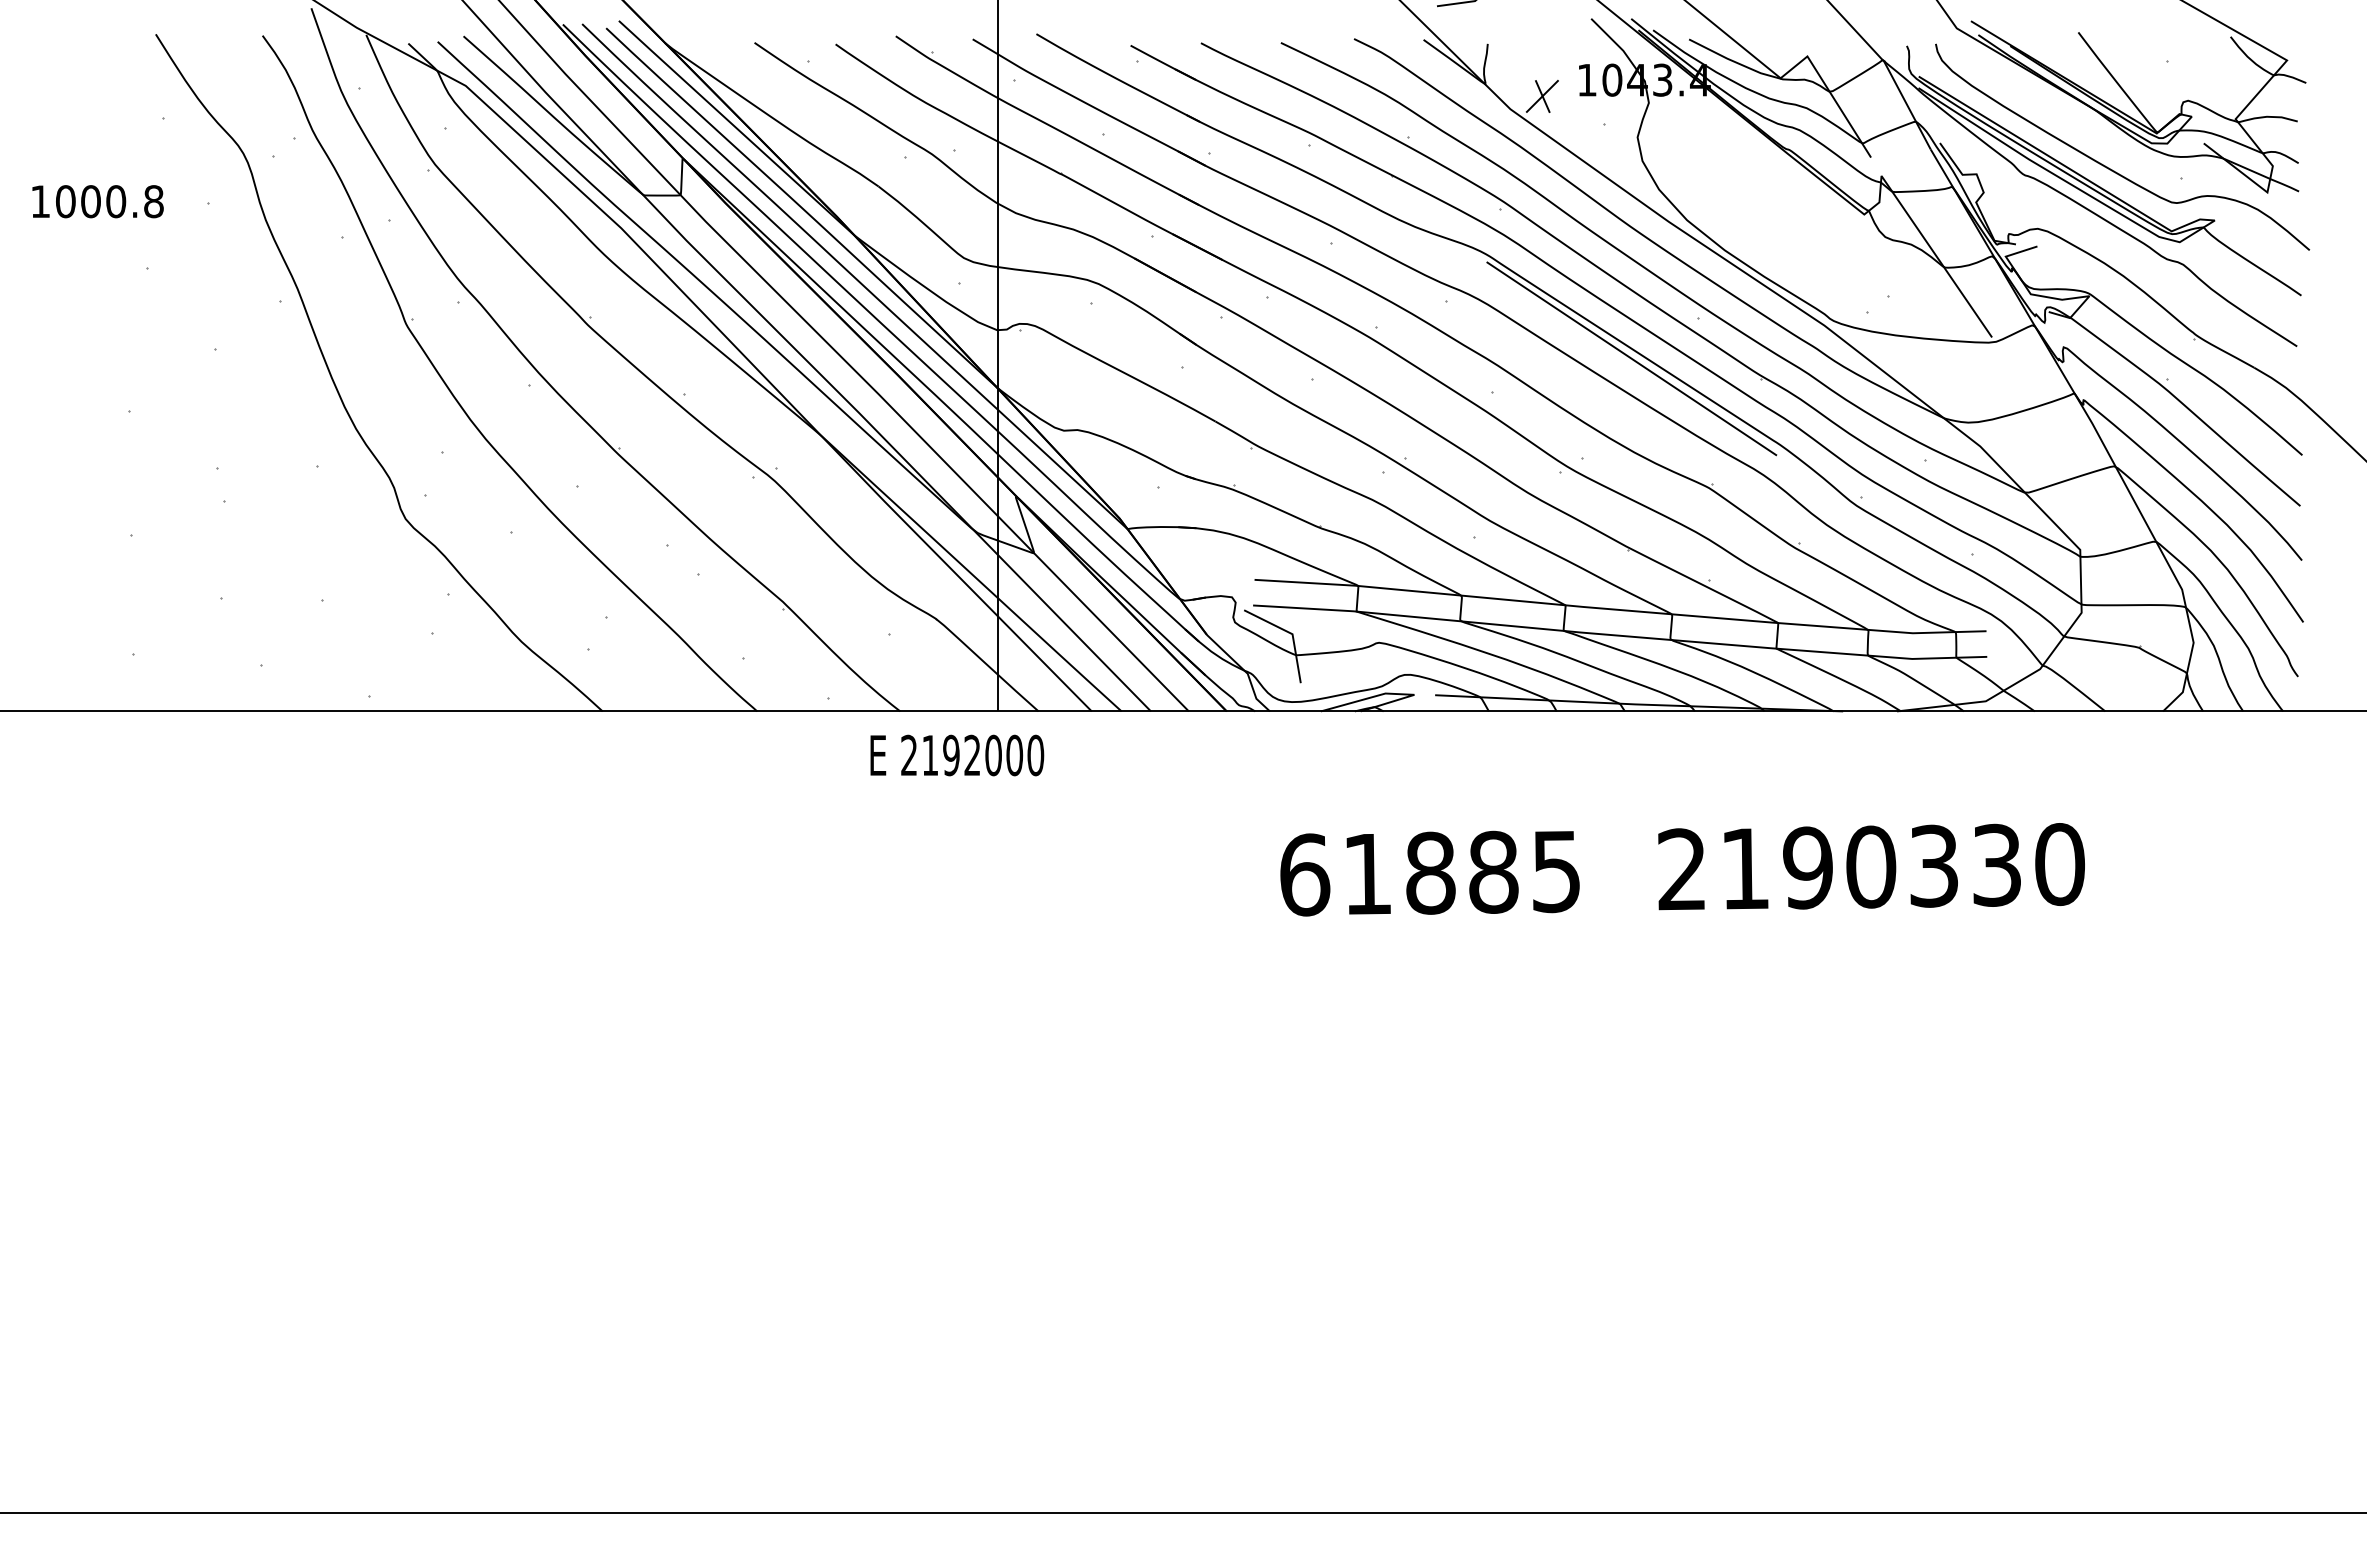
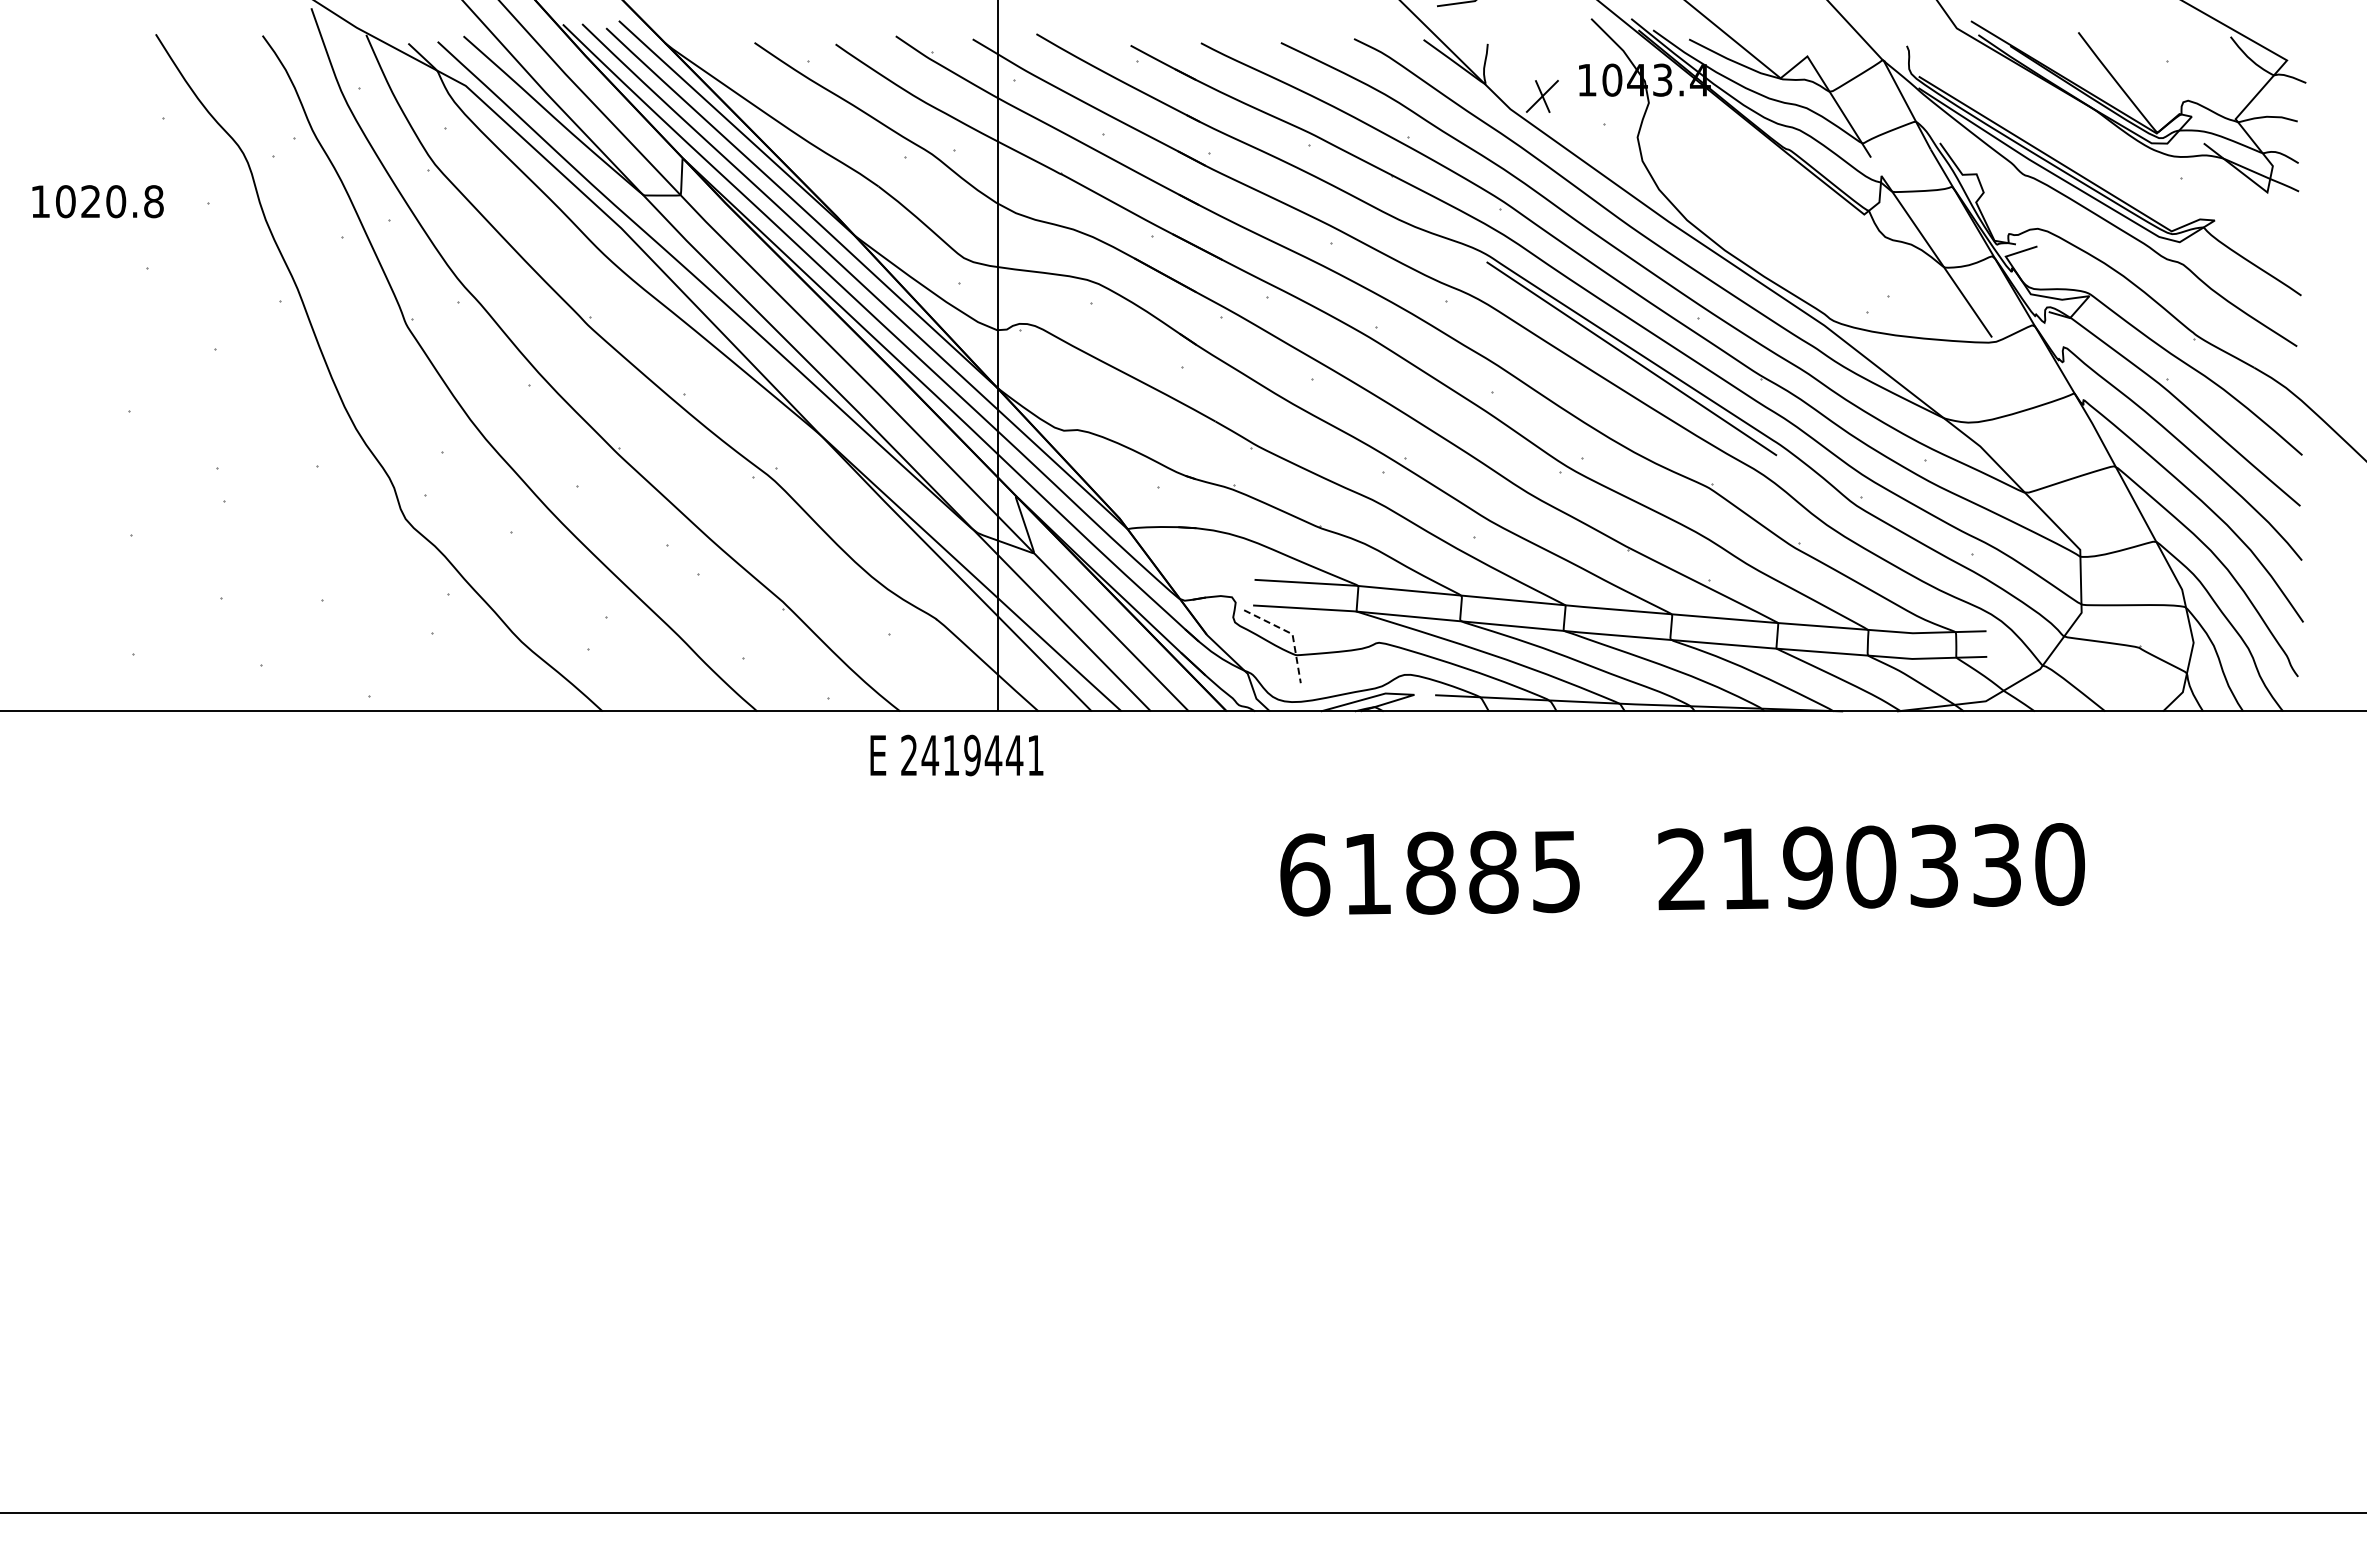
curve at (2107, 166): present -> none
text at (90, 201): 1000.8 -> 1020.8
line at (1290, 633): solid -> dashed
text at (982, 755): 2192000 -> 2419441
